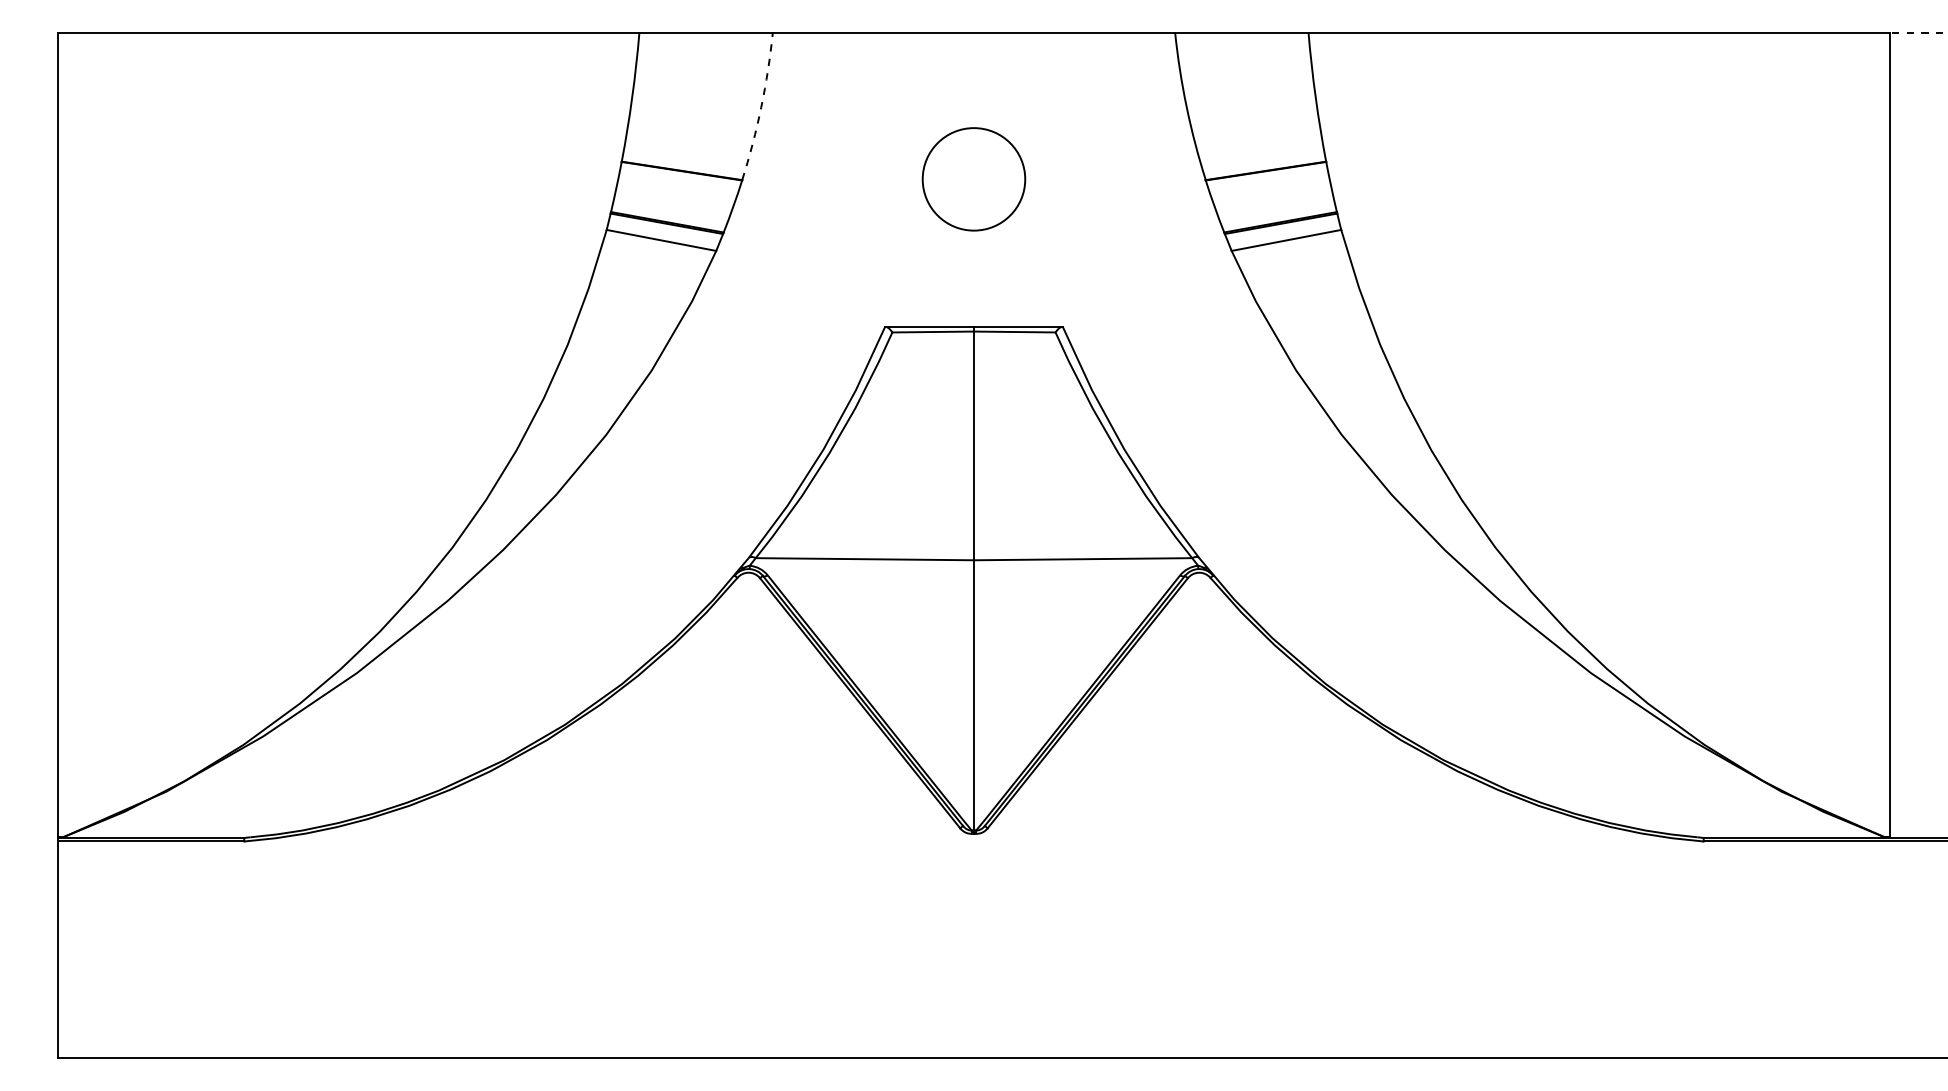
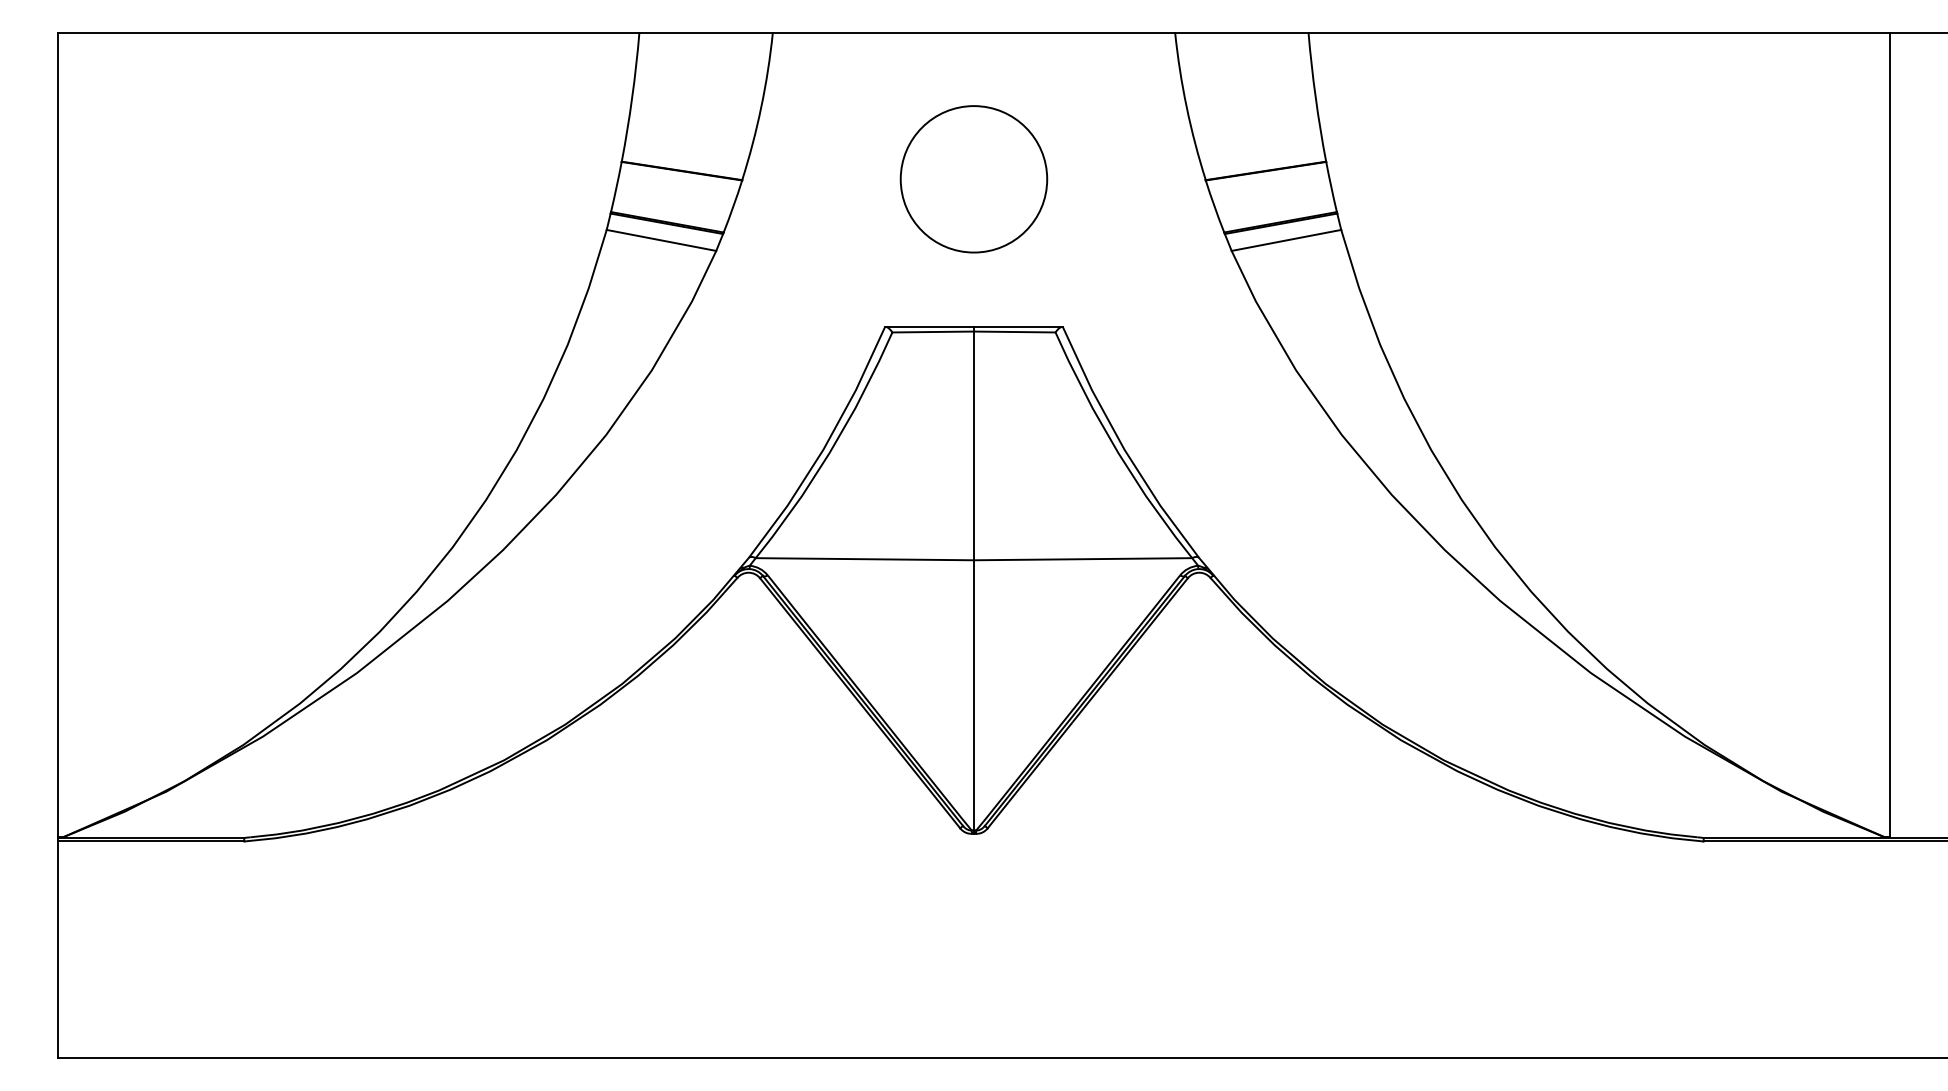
line at (1918, 32): dashed -> solid
arc at (761, 107): dashed -> solid
circle at (973, 179) size: 106x105 px -> 150x149 px
